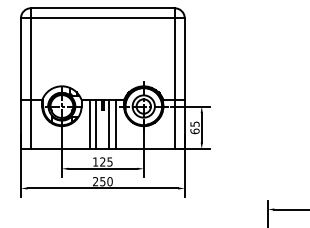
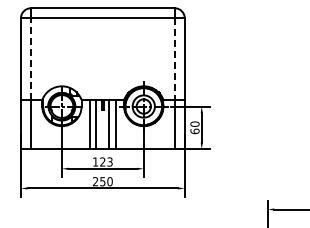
line at (30, 59): solid -> dashed
line at (174, 59): solid -> dashed
text at (194, 123): 65 -> 60
text at (109, 161): 125 -> 123
